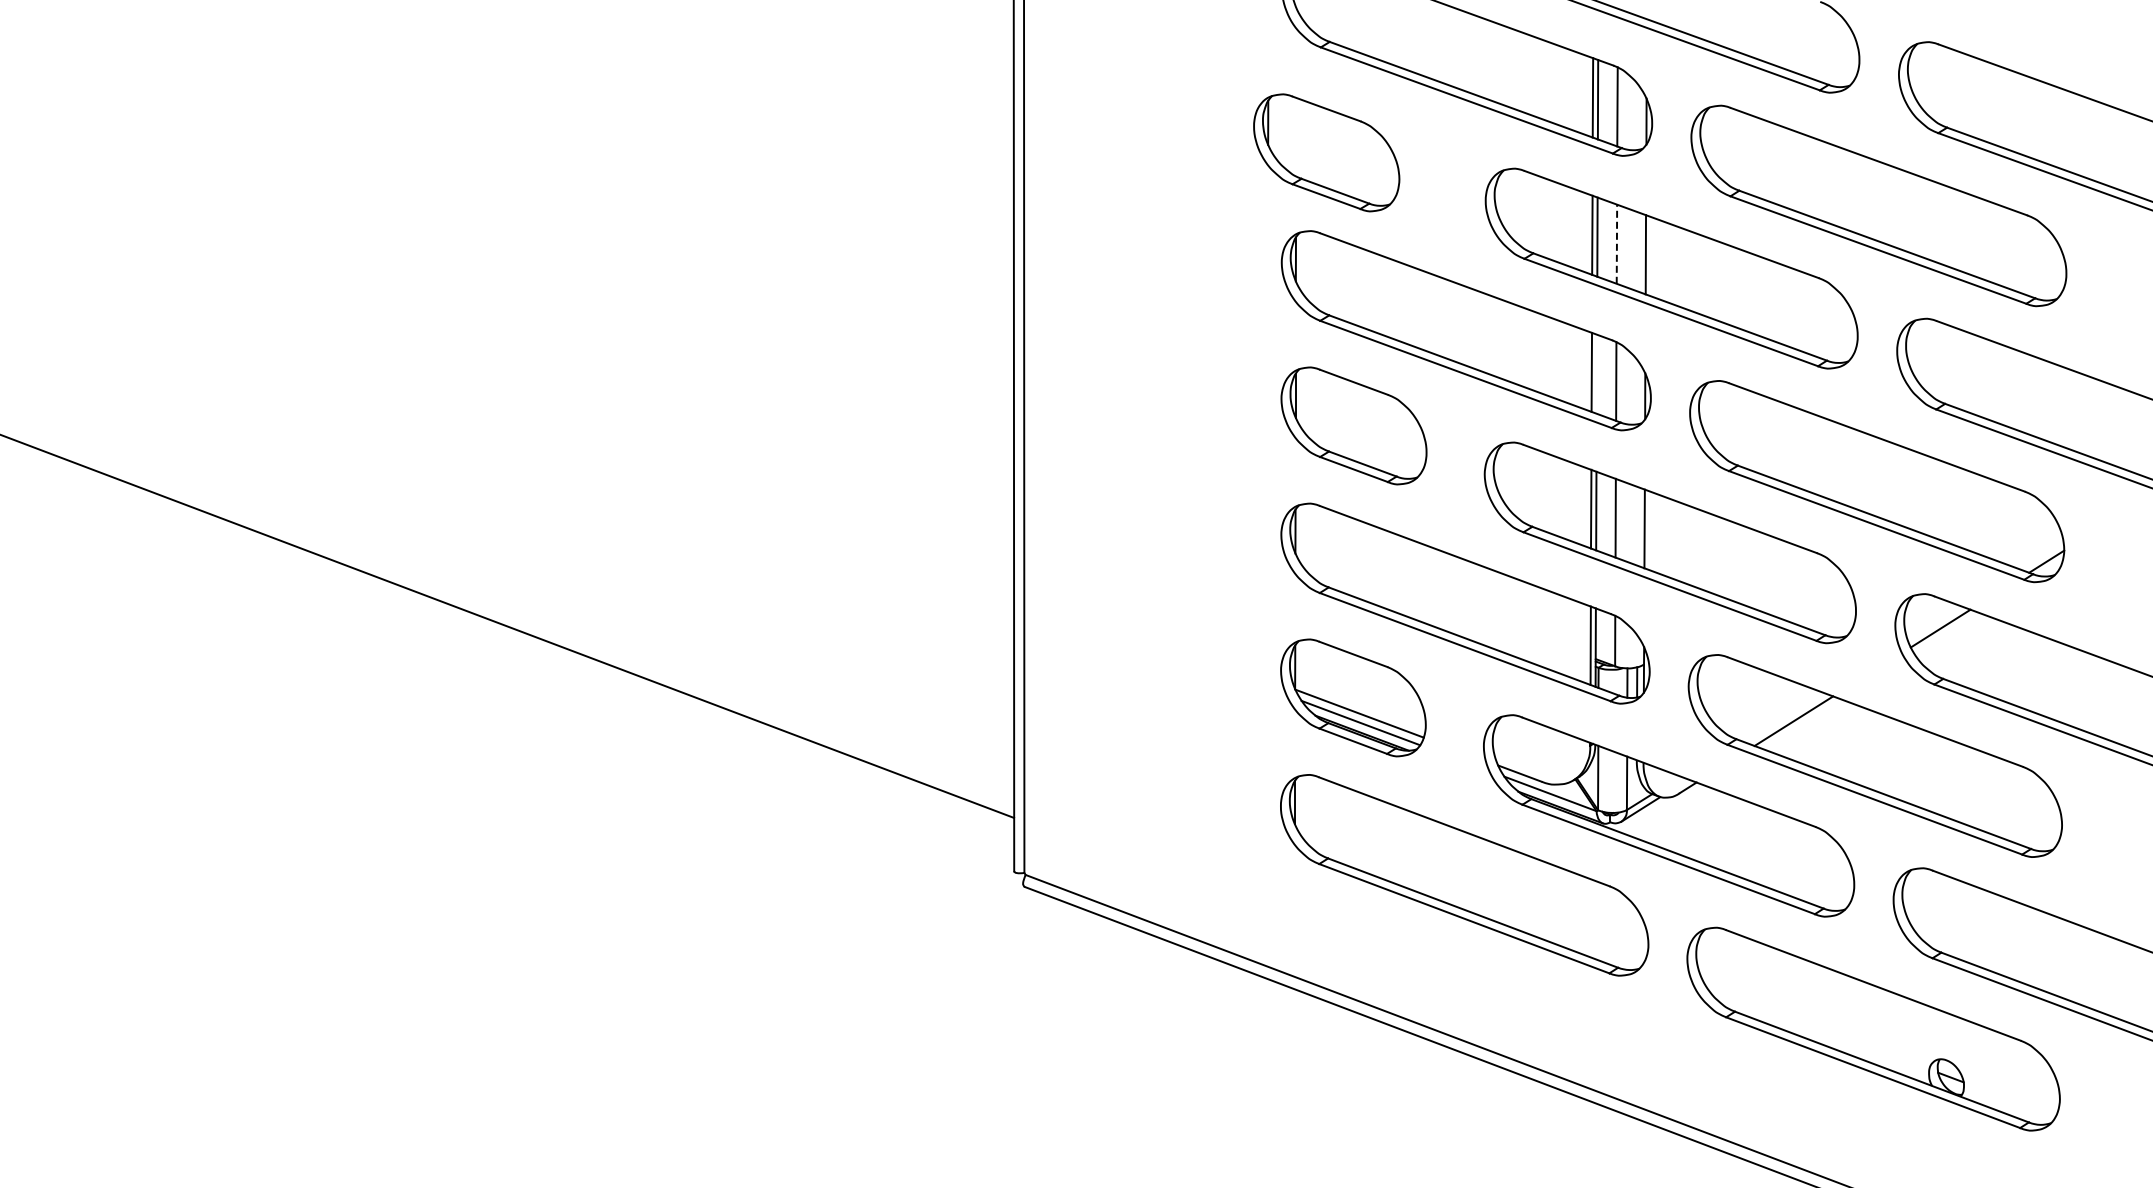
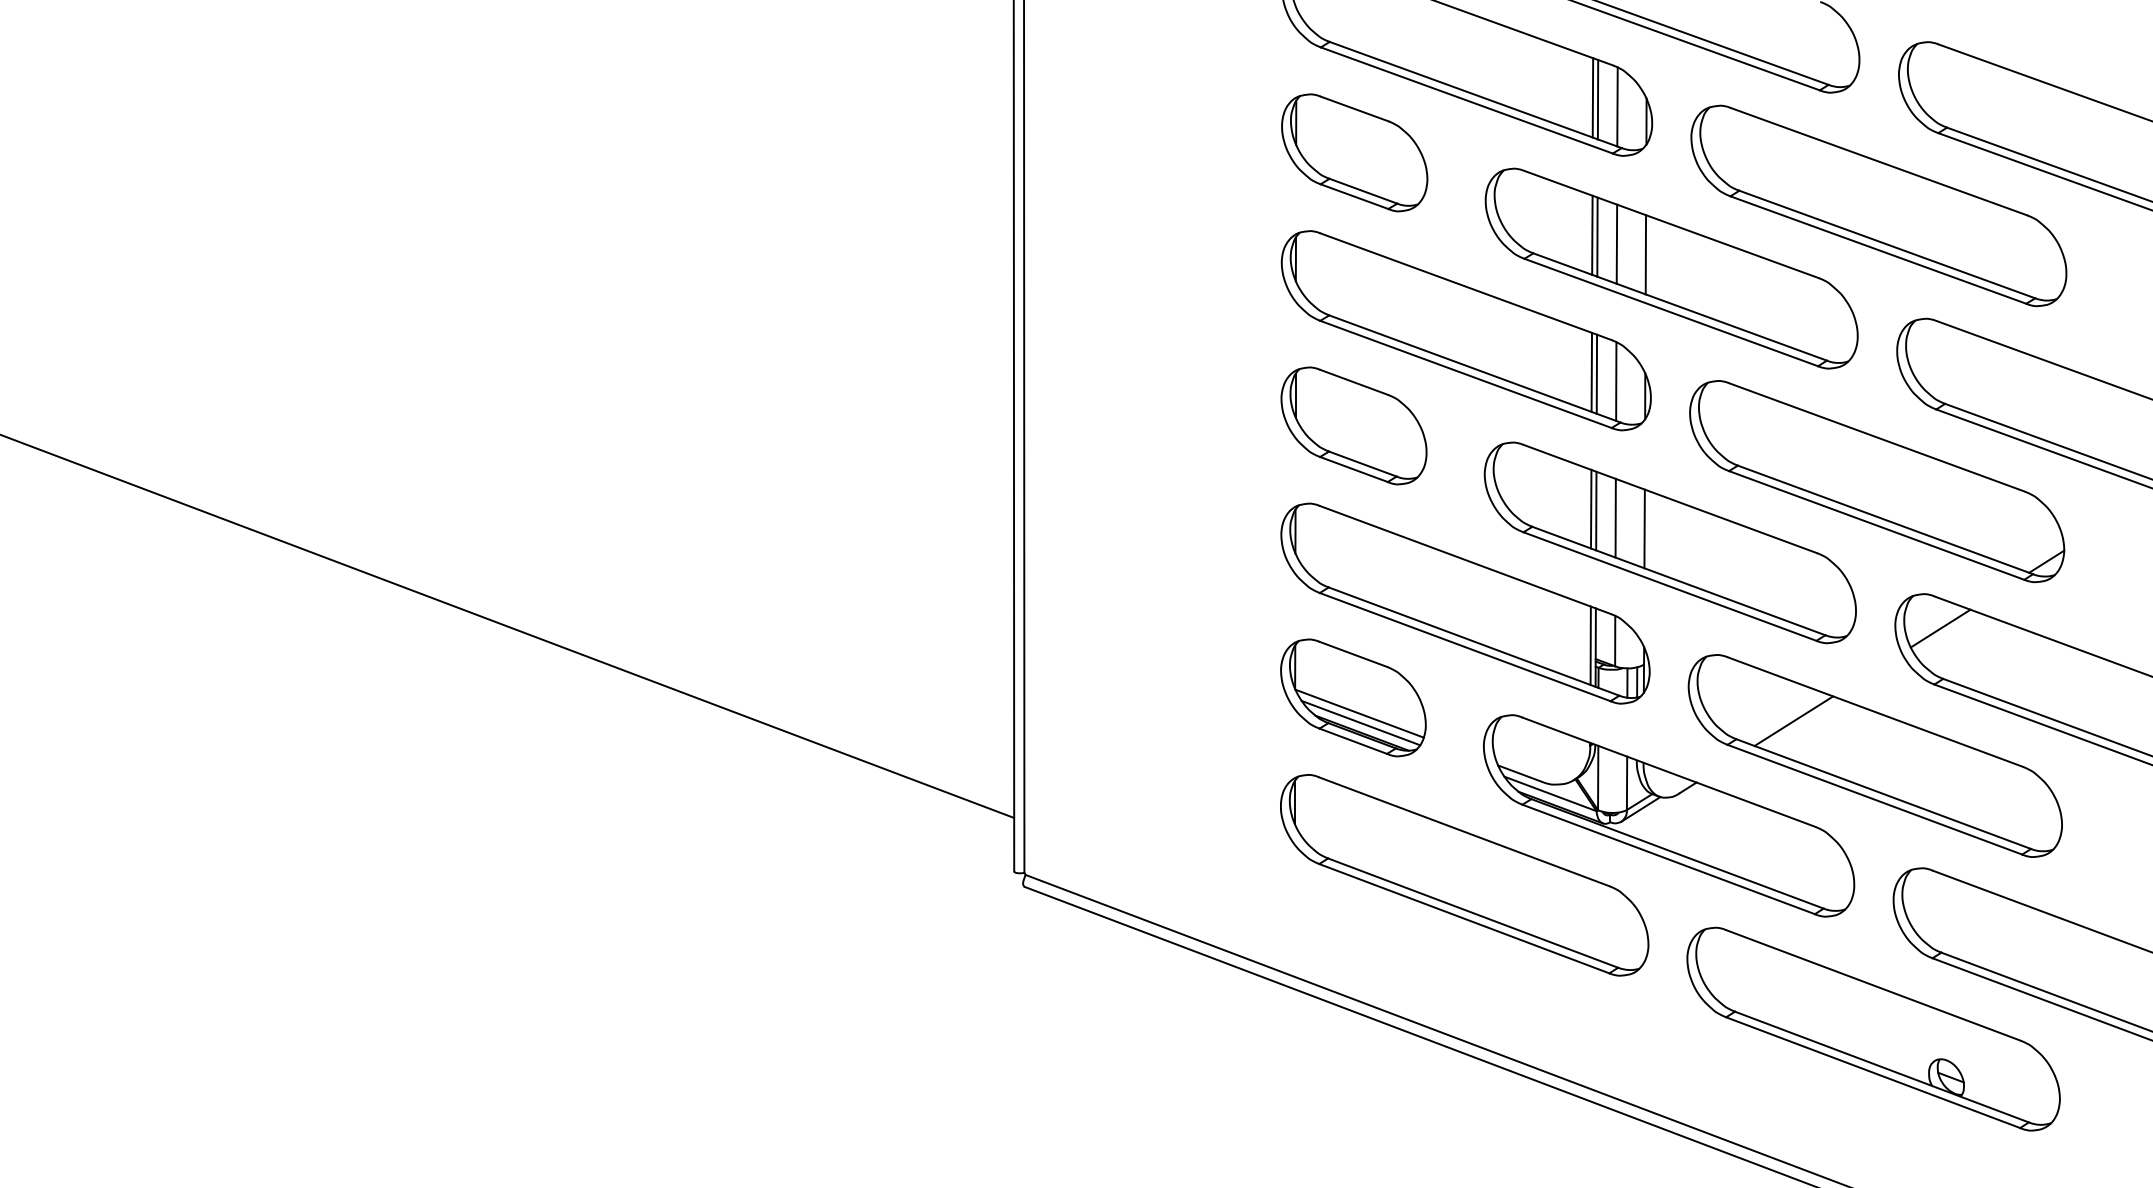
part at (1326, 152) position: (1326, 152) -> (1354, 152)
line at (1616, 244): dashed -> solid
line at (1596, 373): none -> present
